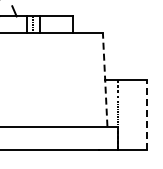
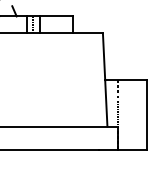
line at (105, 79): dashed -> solid
line at (146, 114): dashed -> solid
